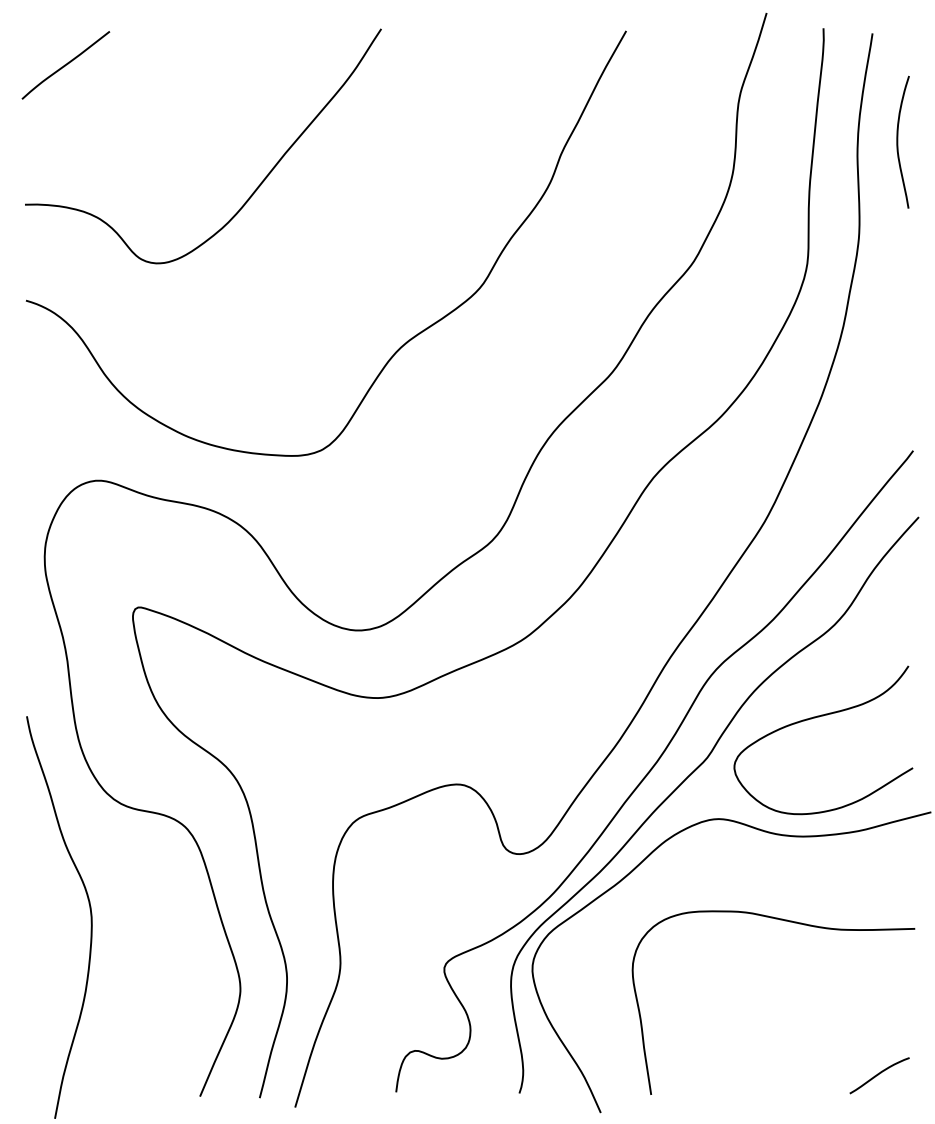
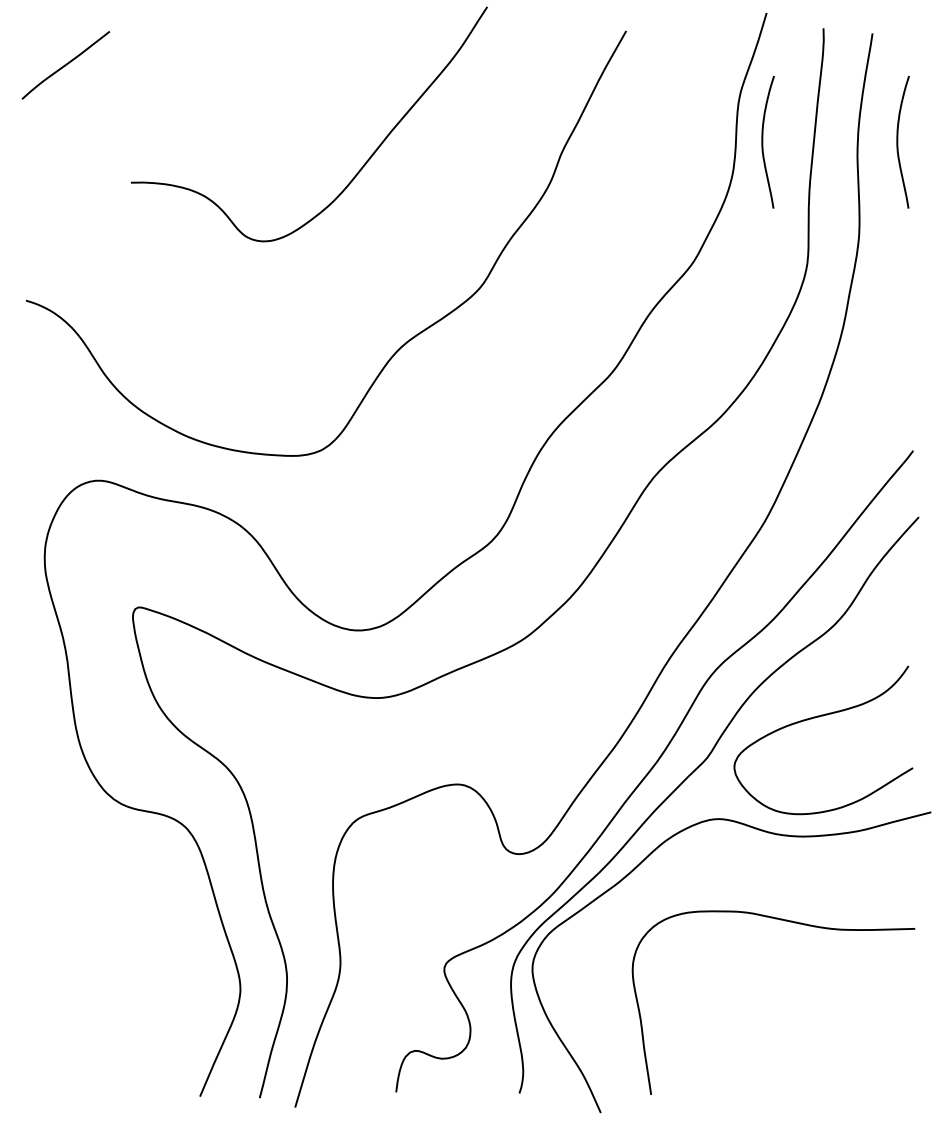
curve at (763, 141): none -> present
curve at (257, 186) position: (257, 186) -> (363, 164)
curve at (90, 917): present -> none
curve at (879, 1074): present -> none
